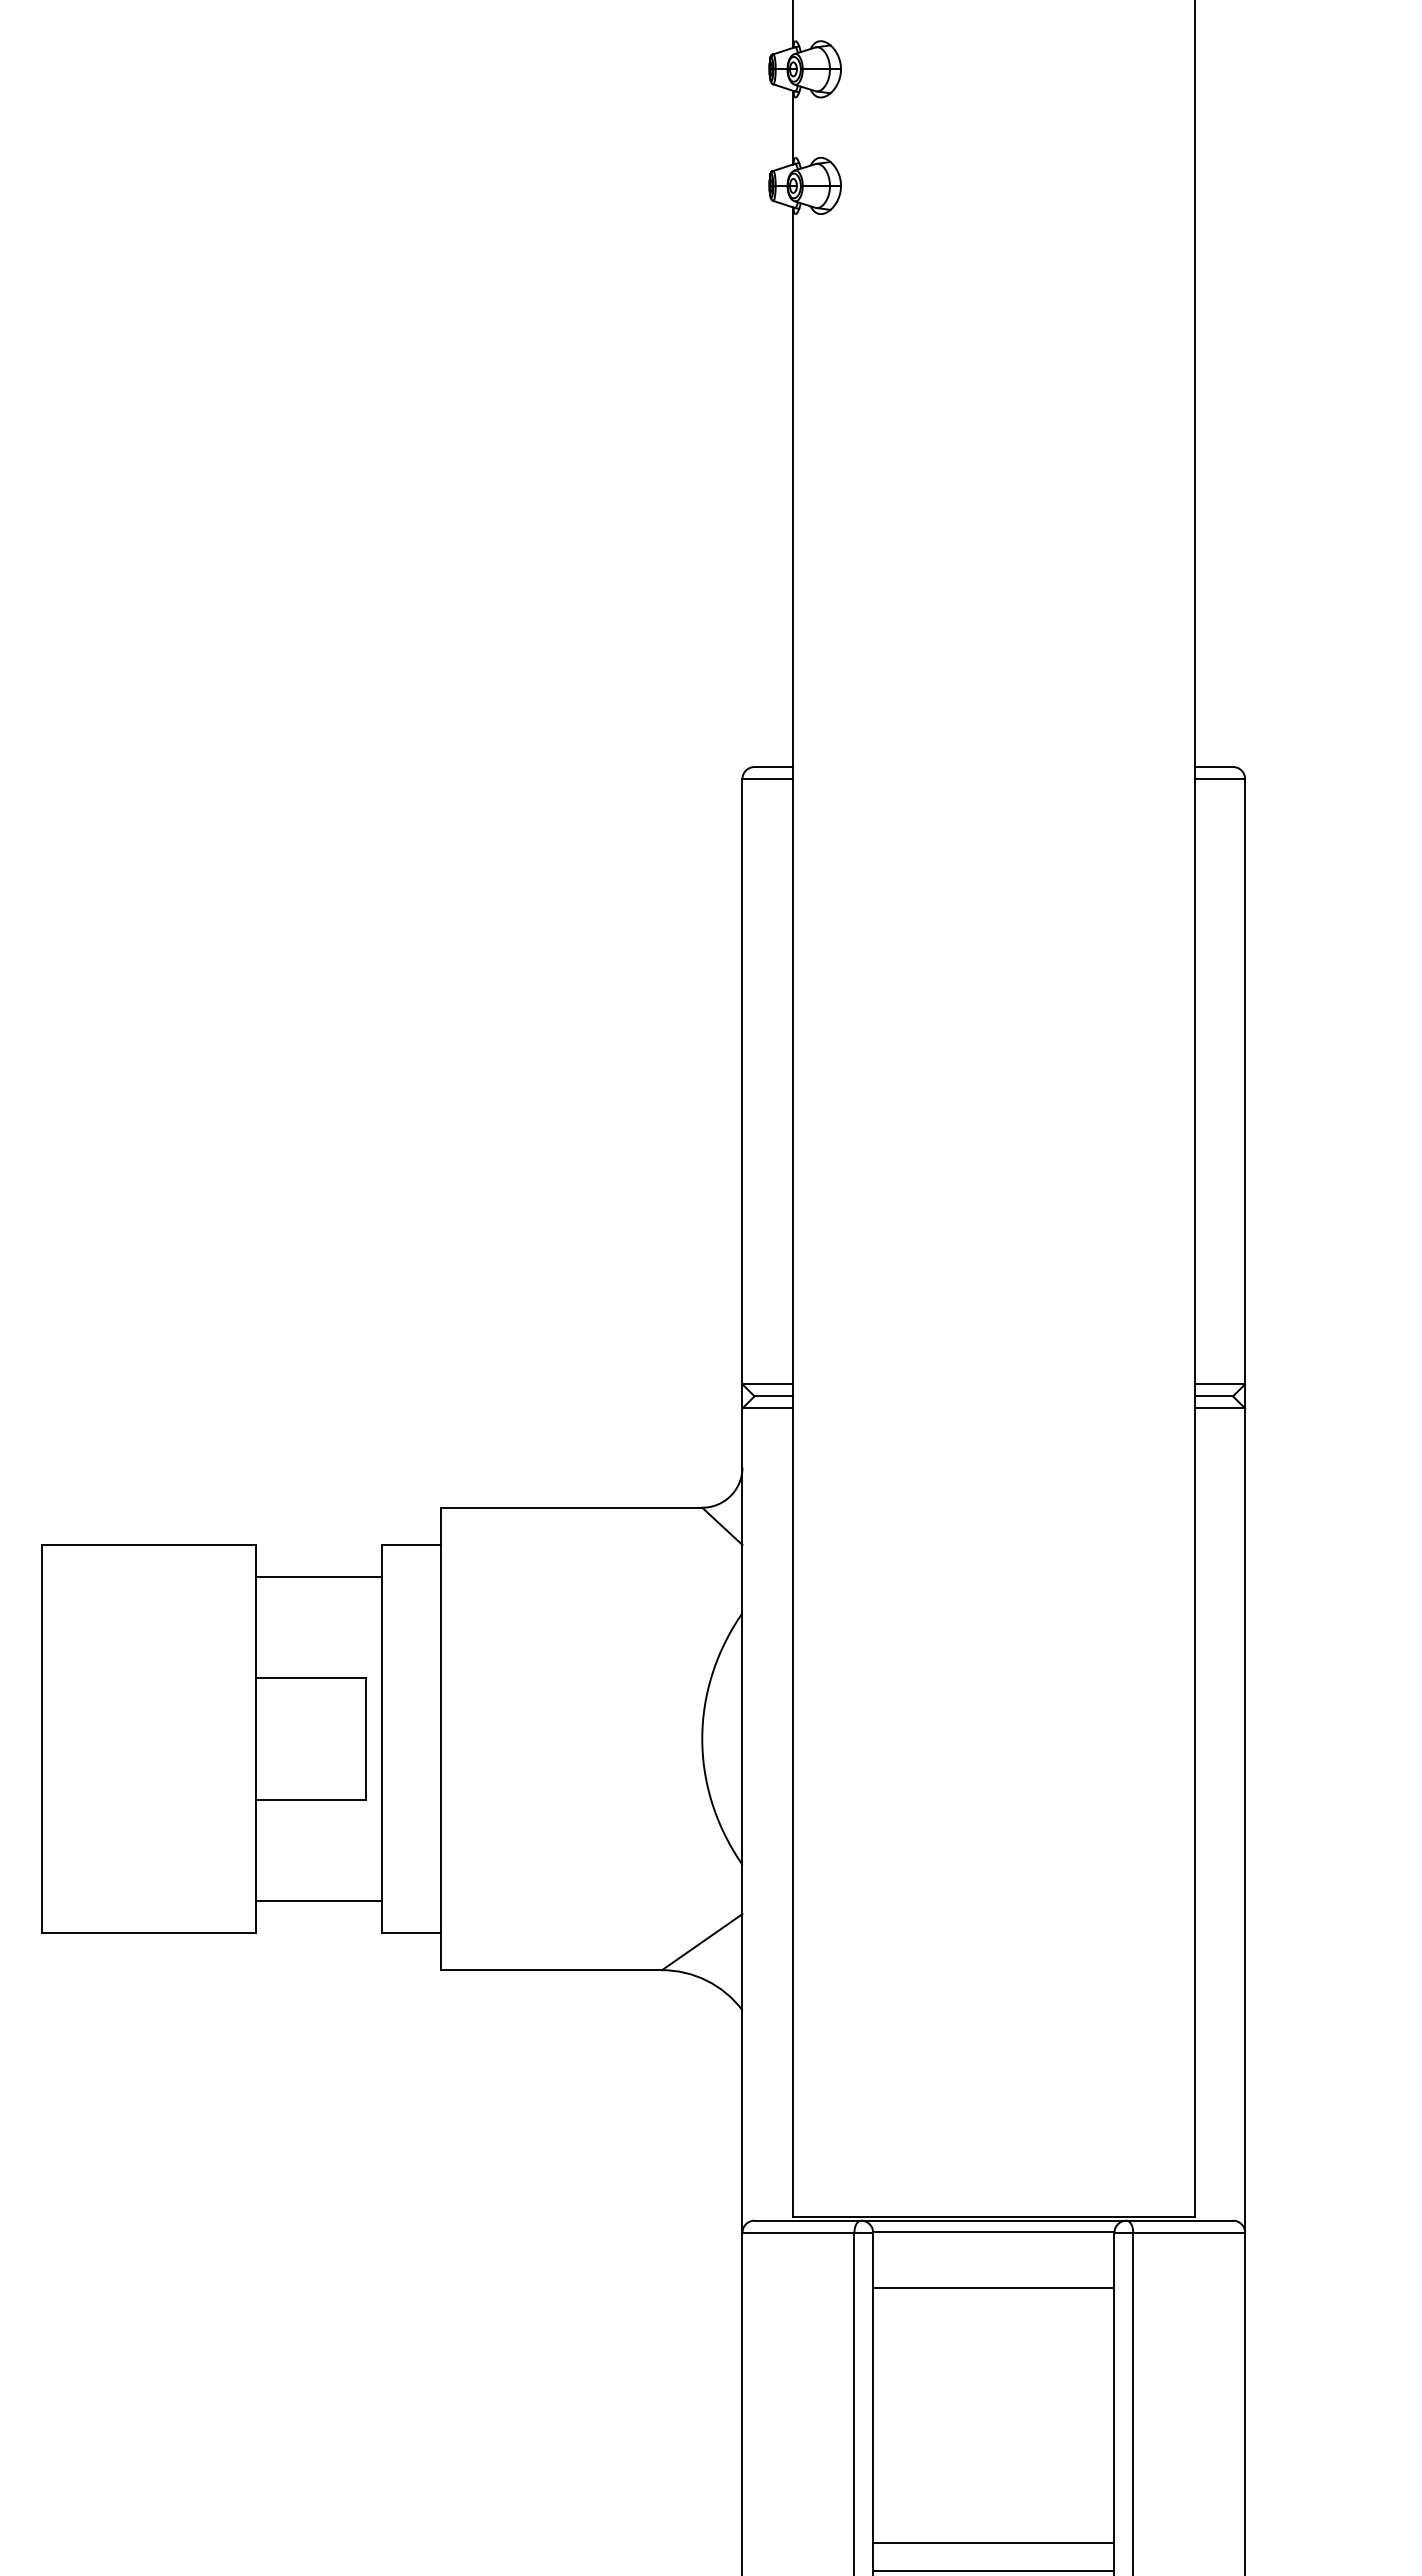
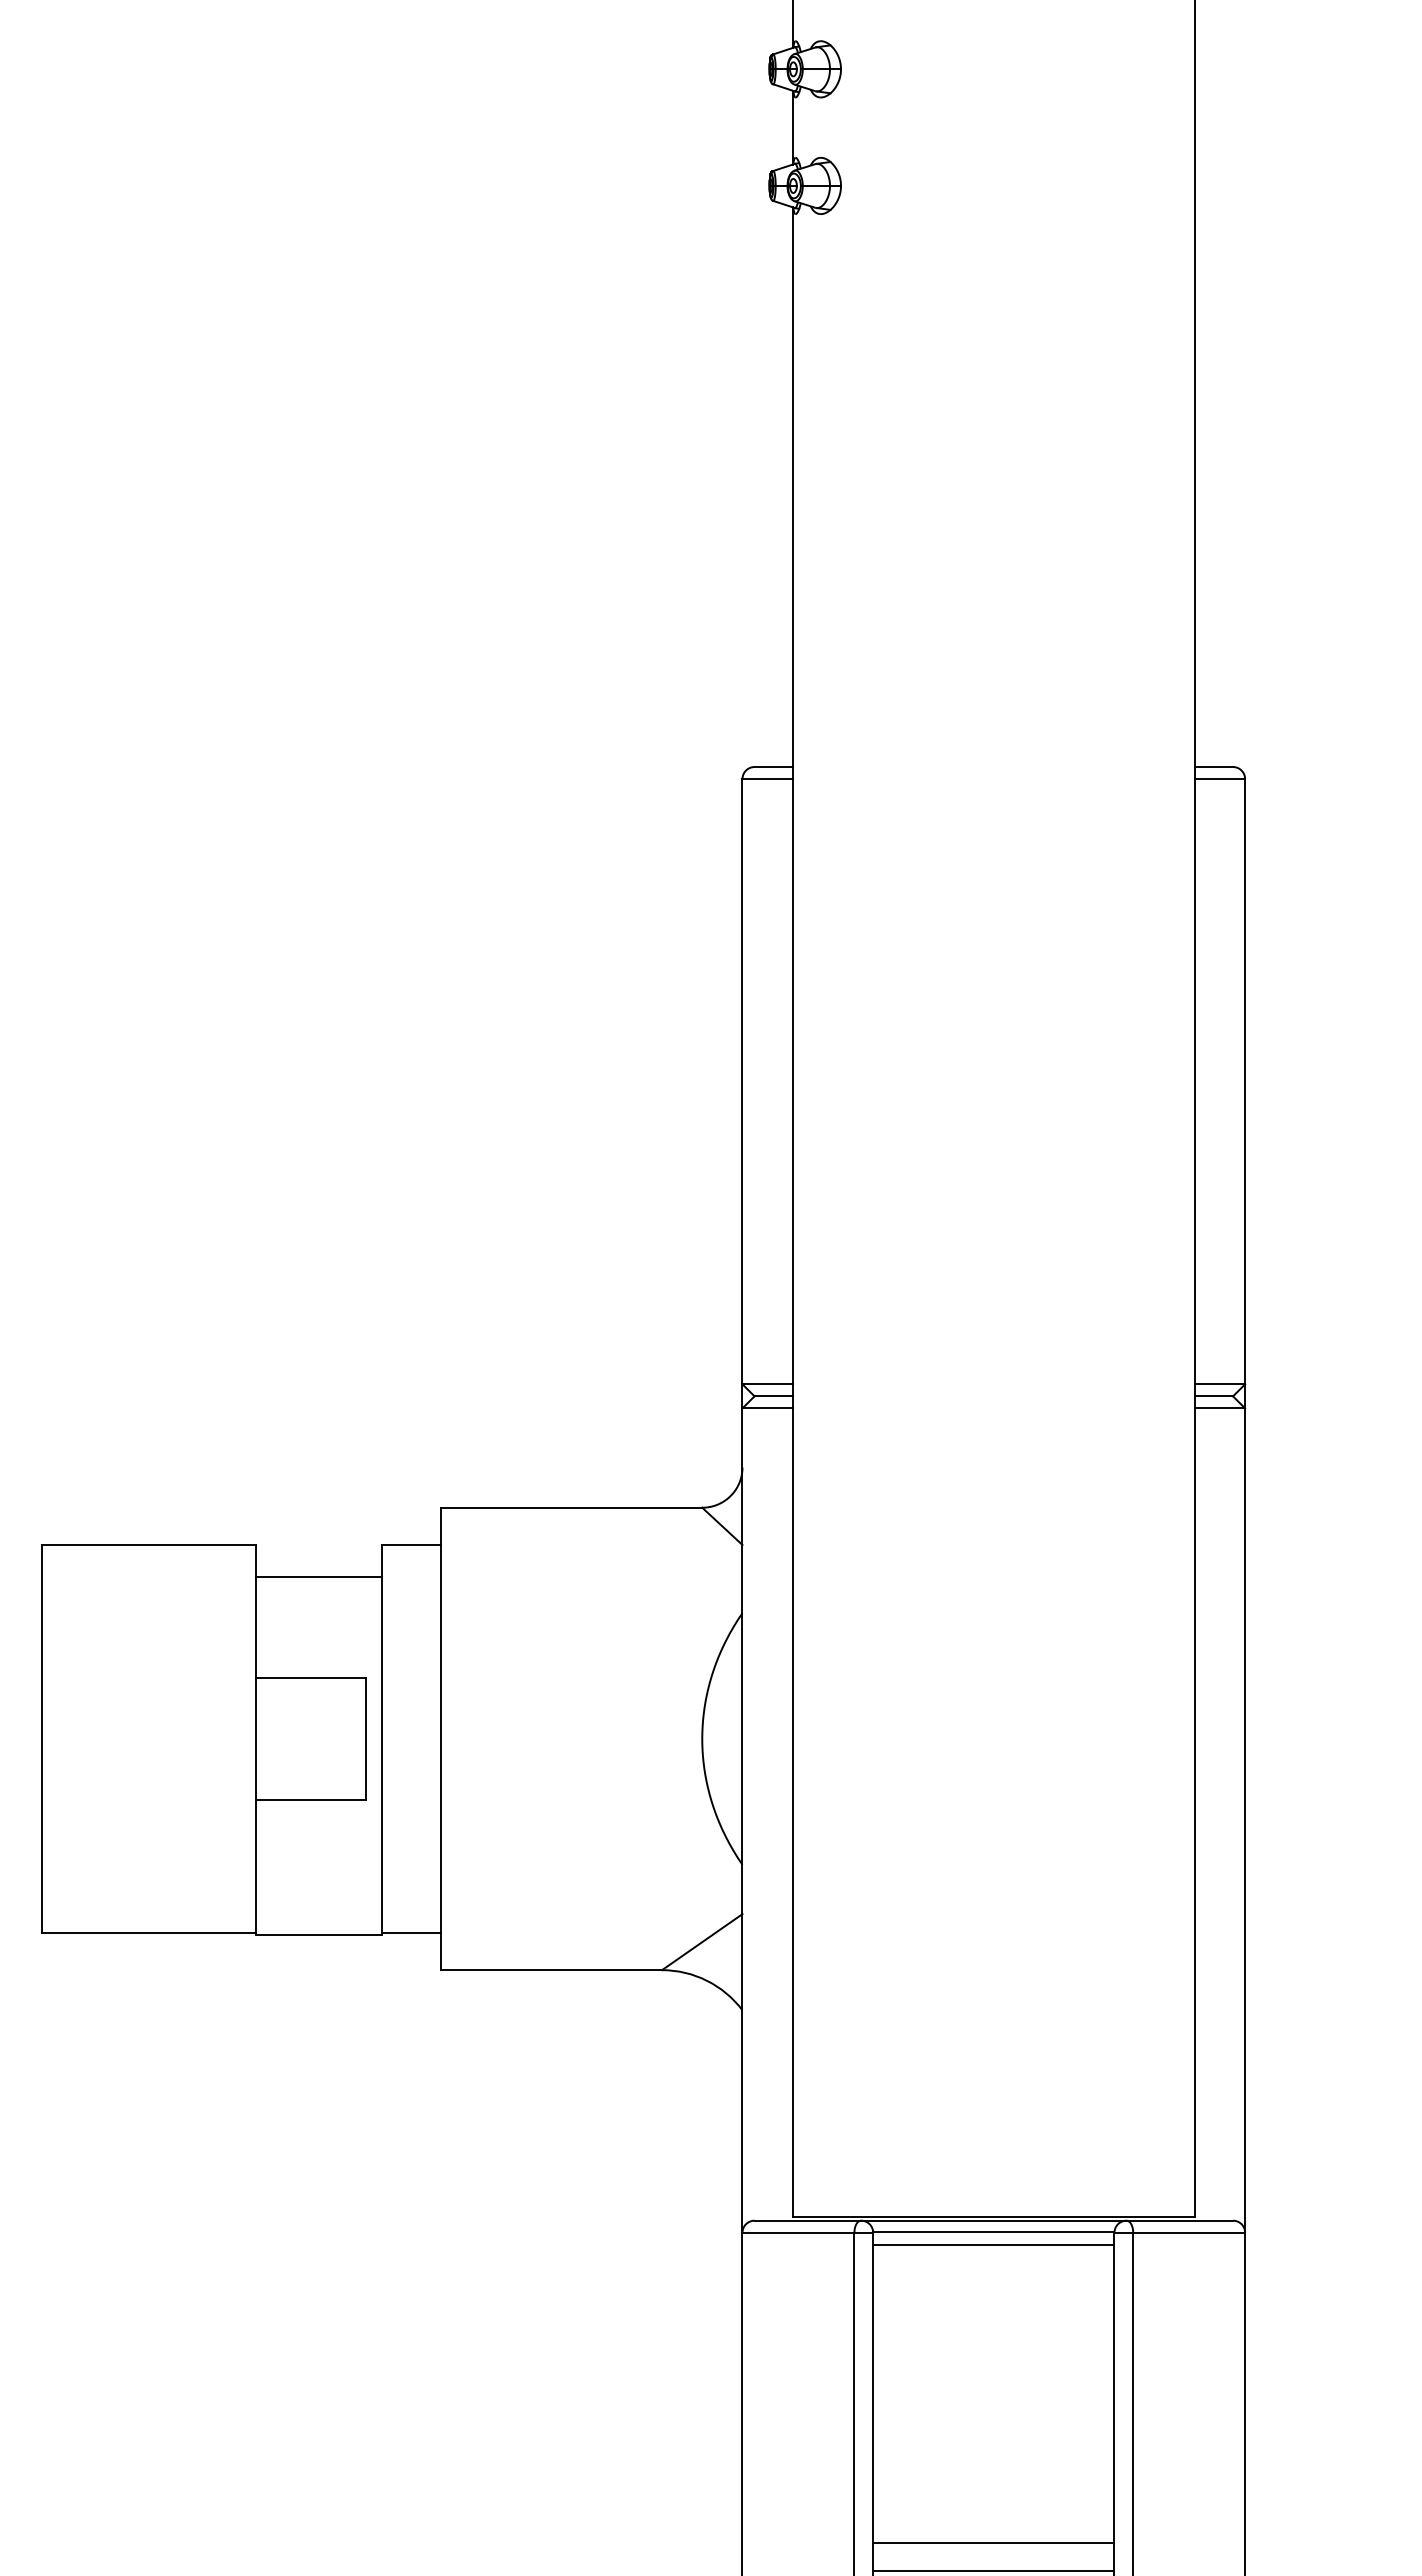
line at (318, 1901) position: (318, 1901) -> (318, 1935)
line at (993, 2288) position: (993, 2288) -> (993, 2245)
